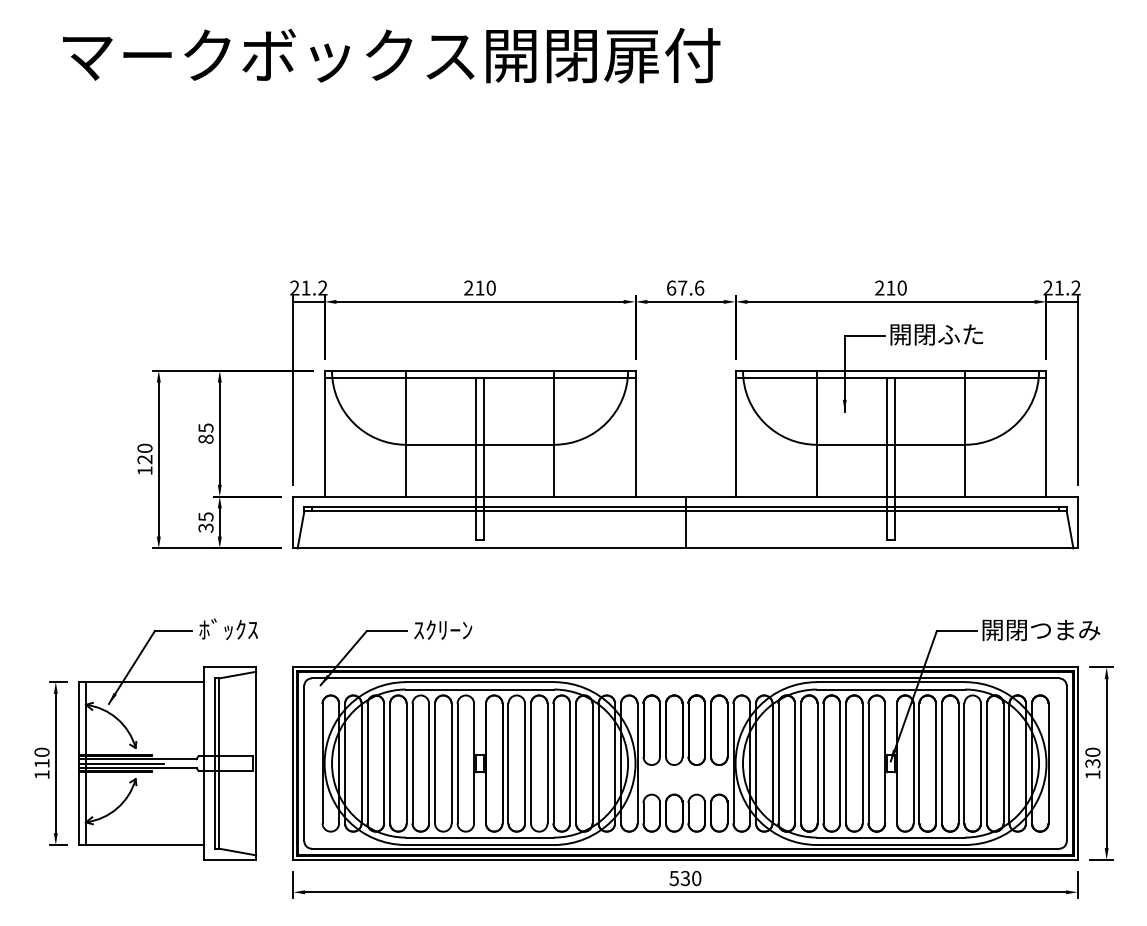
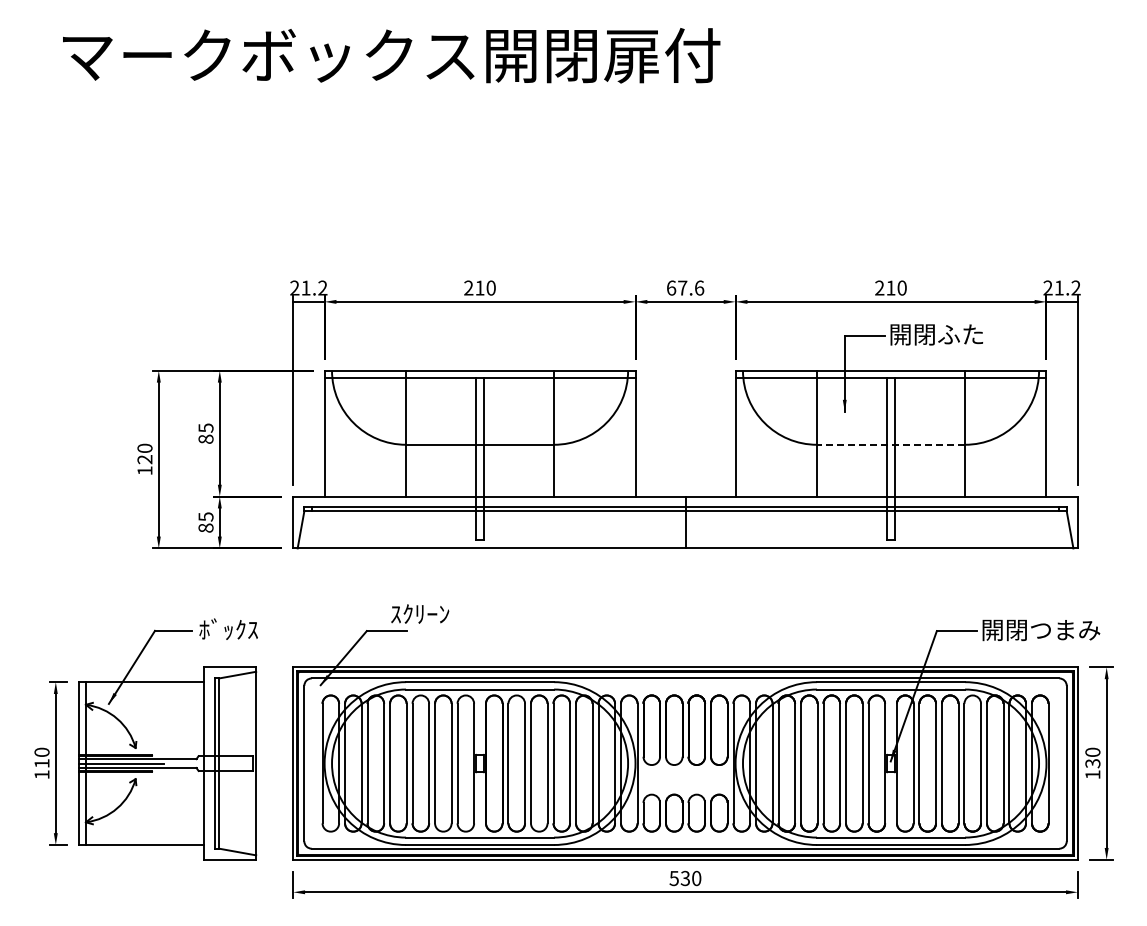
line at (890, 444): solid -> dashed
text at (205, 527): 35 -> 85
text at (443, 629) position: (443, 629) -> (420, 613)
